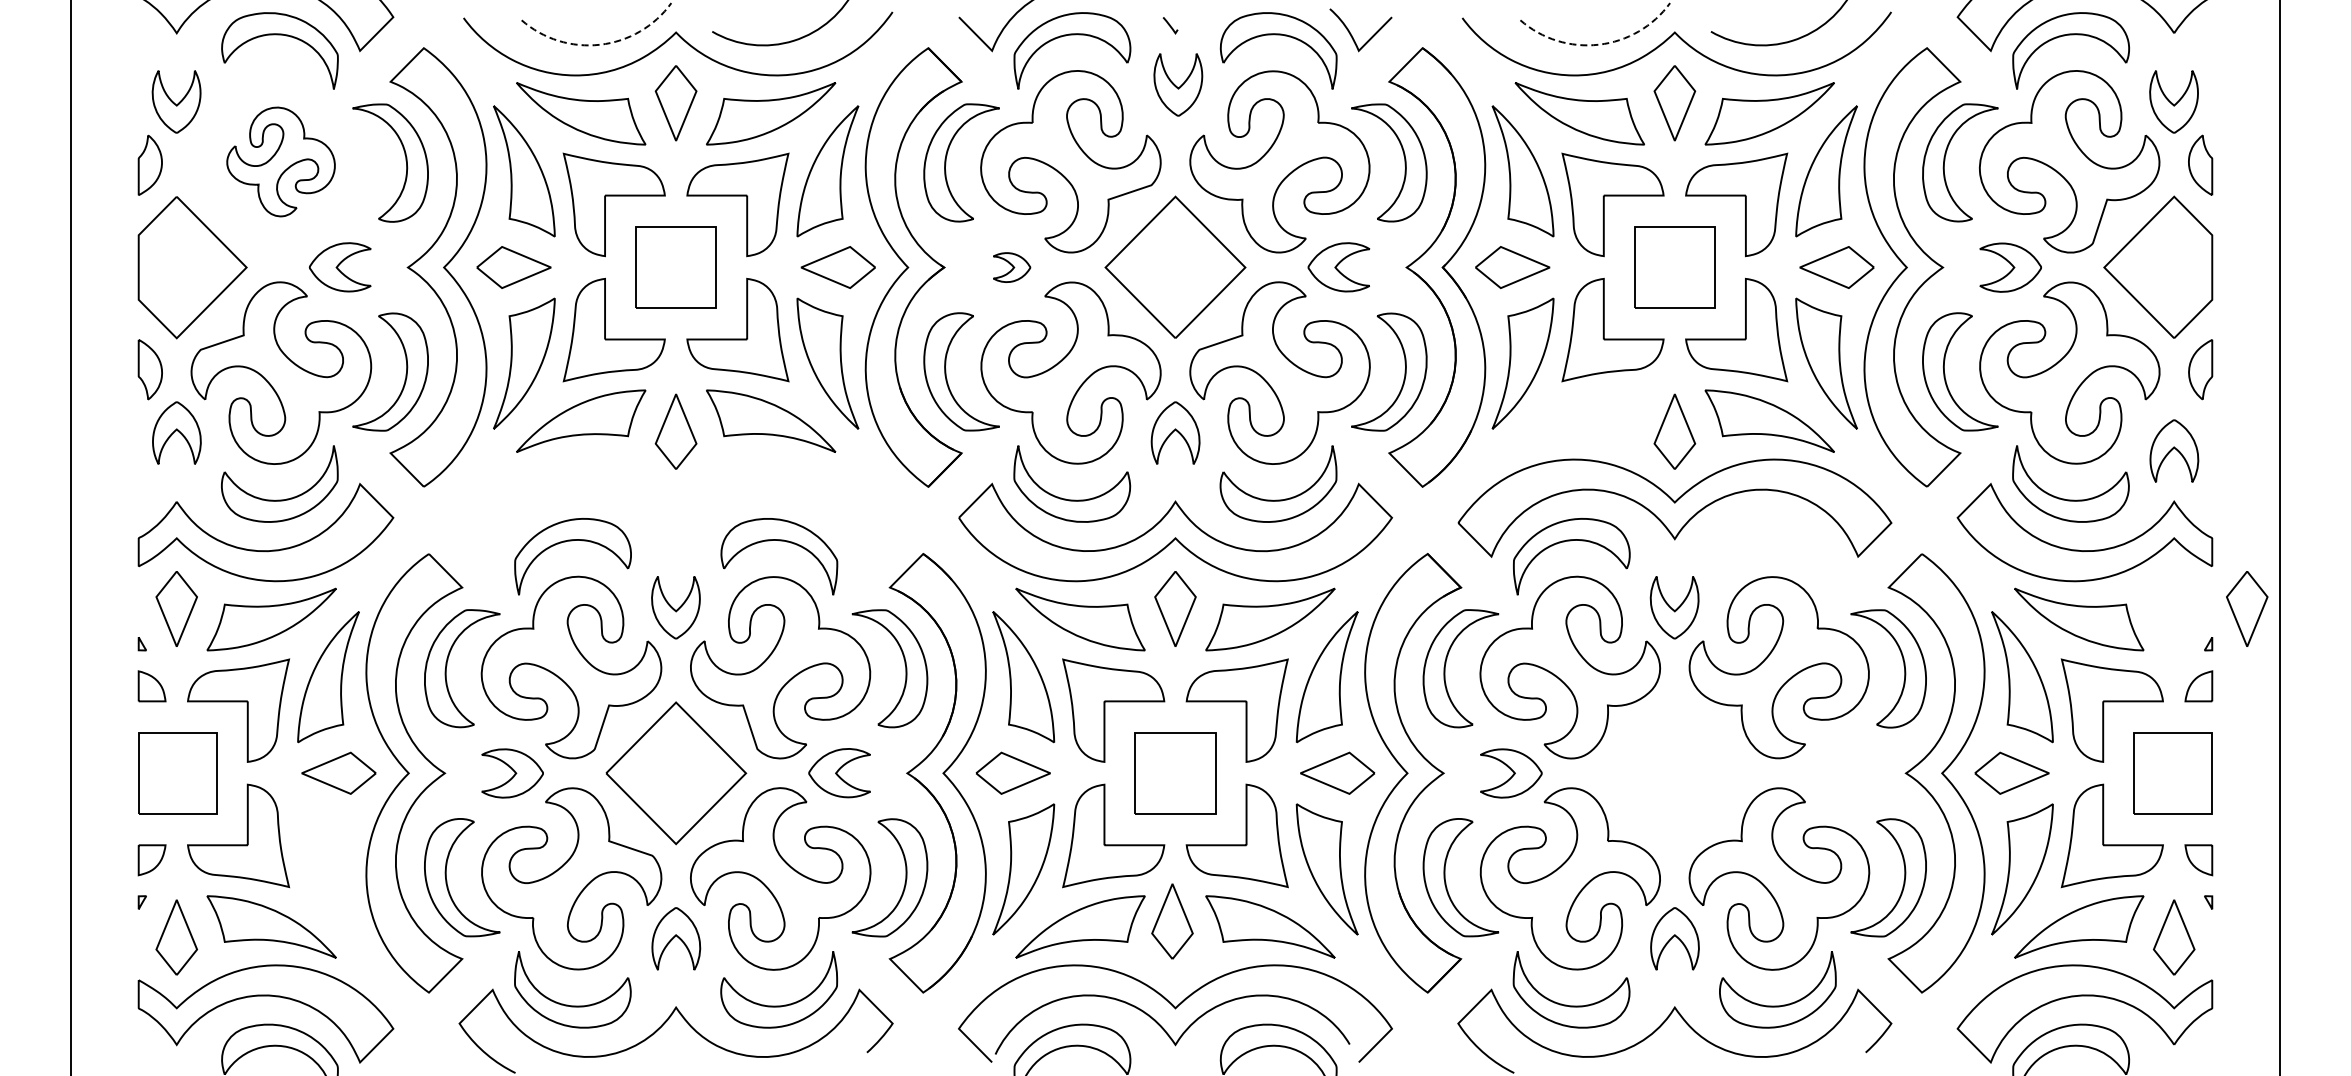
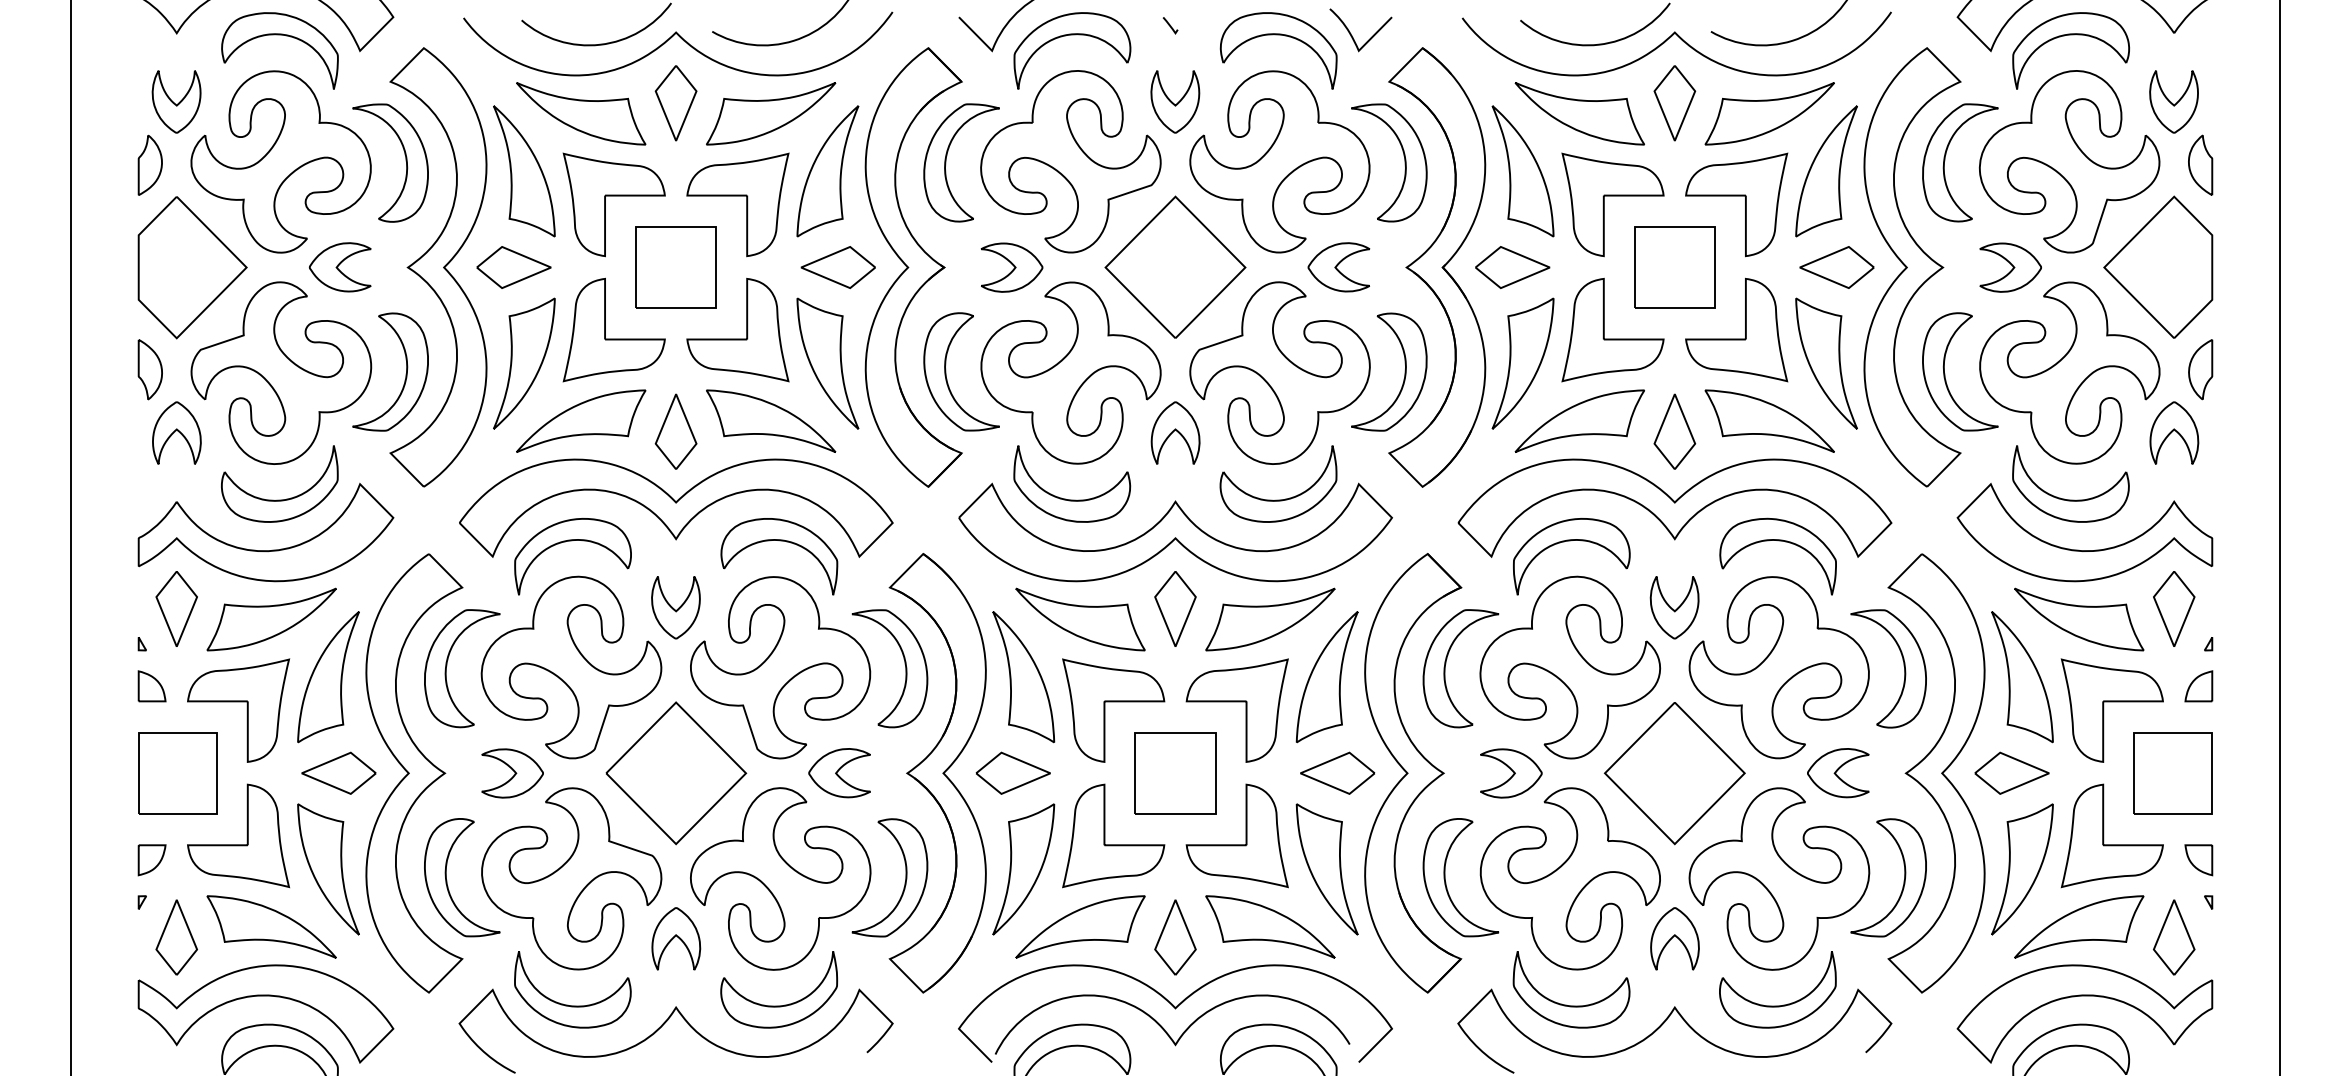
line at (600, 44): dashed -> solid
line at (1598, 44): dashed -> solid
part at (1178, 84) position: (1178, 84) -> (1175, 101)
part at (280, 161) size: 110x112 px -> 182x184 px
part at (1012, 267) size: 39x31 px -> 64x51 px
part at (1579, 420): none -> present
part at (2174, 450) position: (2174, 450) -> (2174, 432)
part at (676, 507): none -> present
part at (1778, 541): none -> present
part at (2247, 608) position: (2247, 608) -> (2174, 608)
part at (1674, 773): none -> present
part at (1838, 773): none -> present
part at (328, 869): none -> present
part at (1172, 921) position: (1172, 921) -> (1175, 937)
